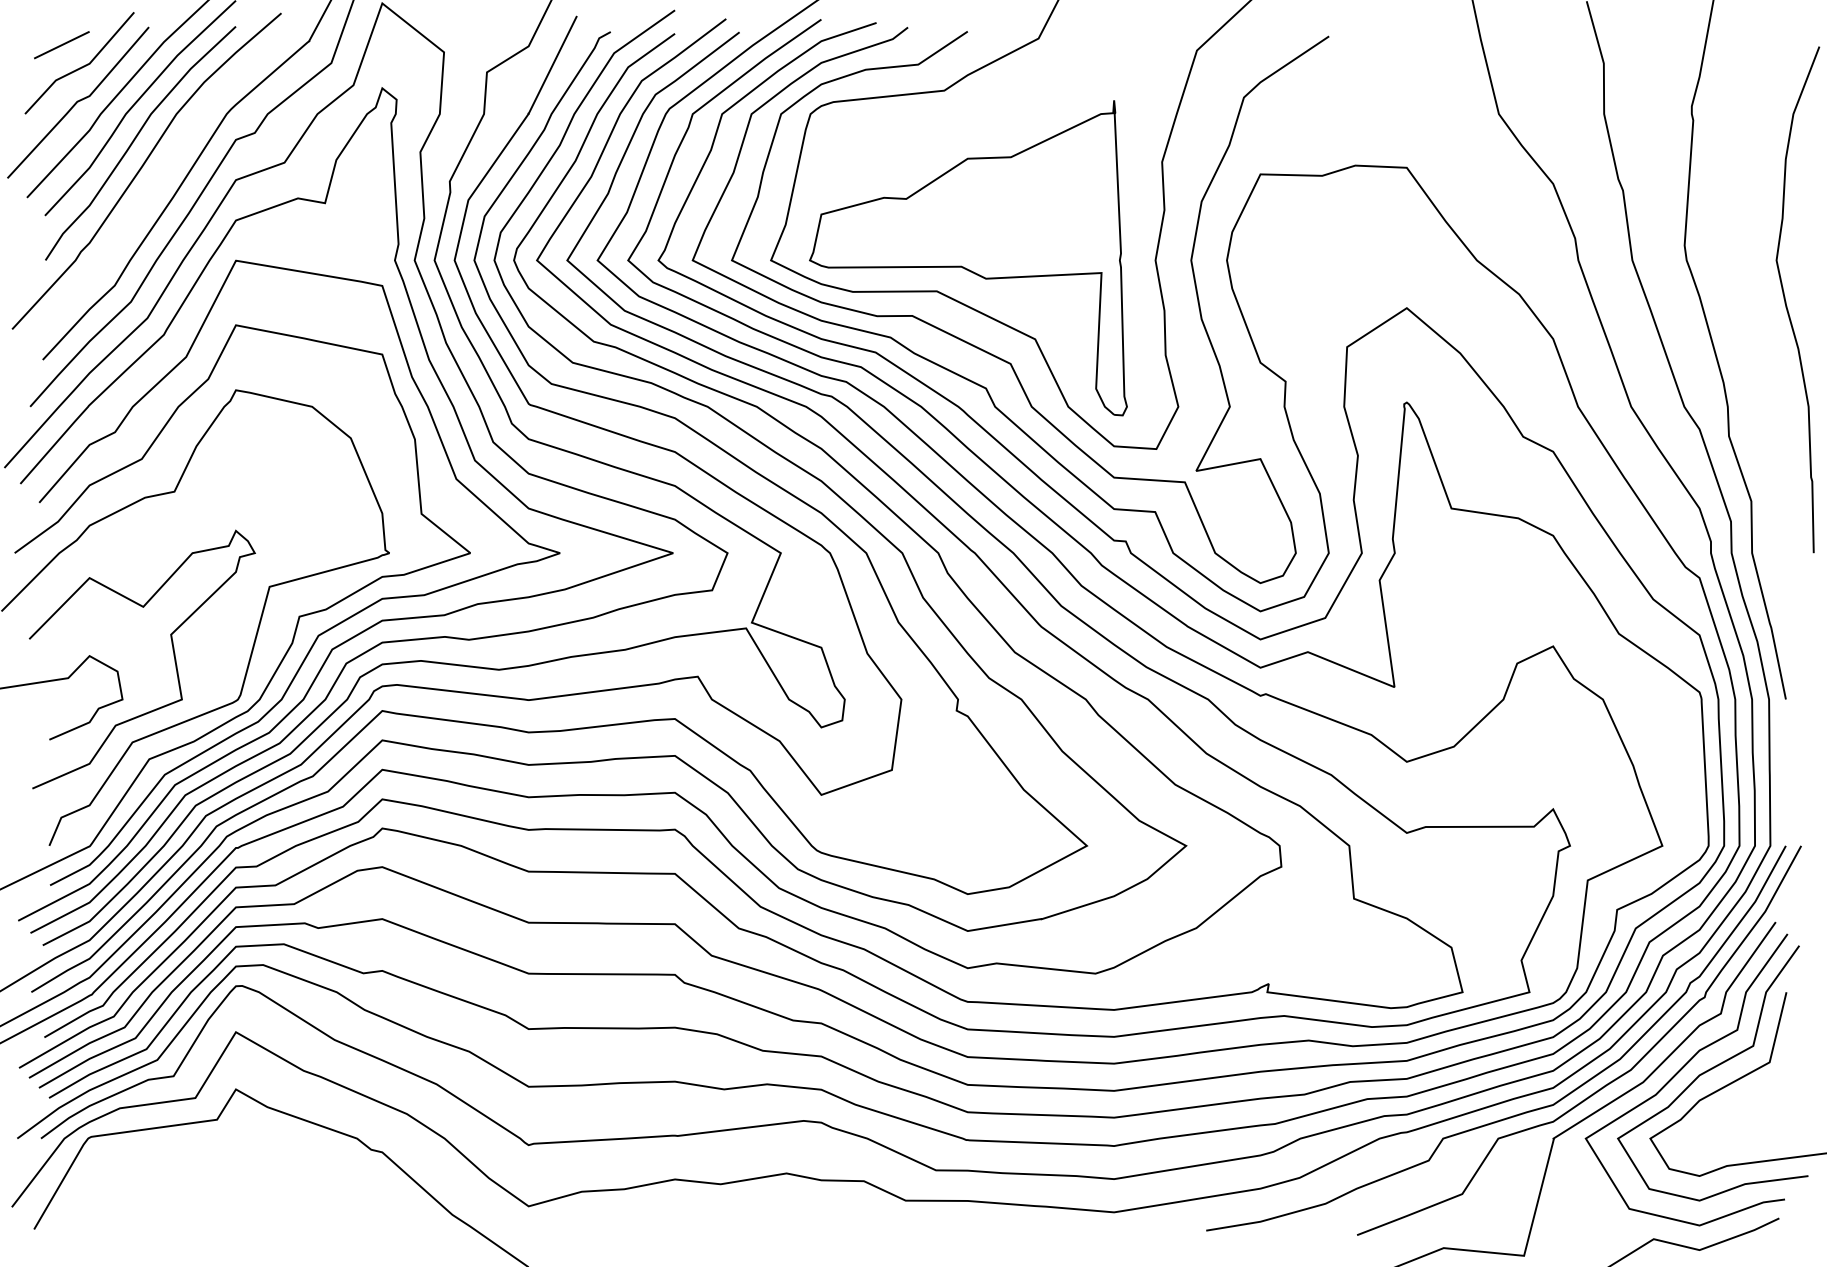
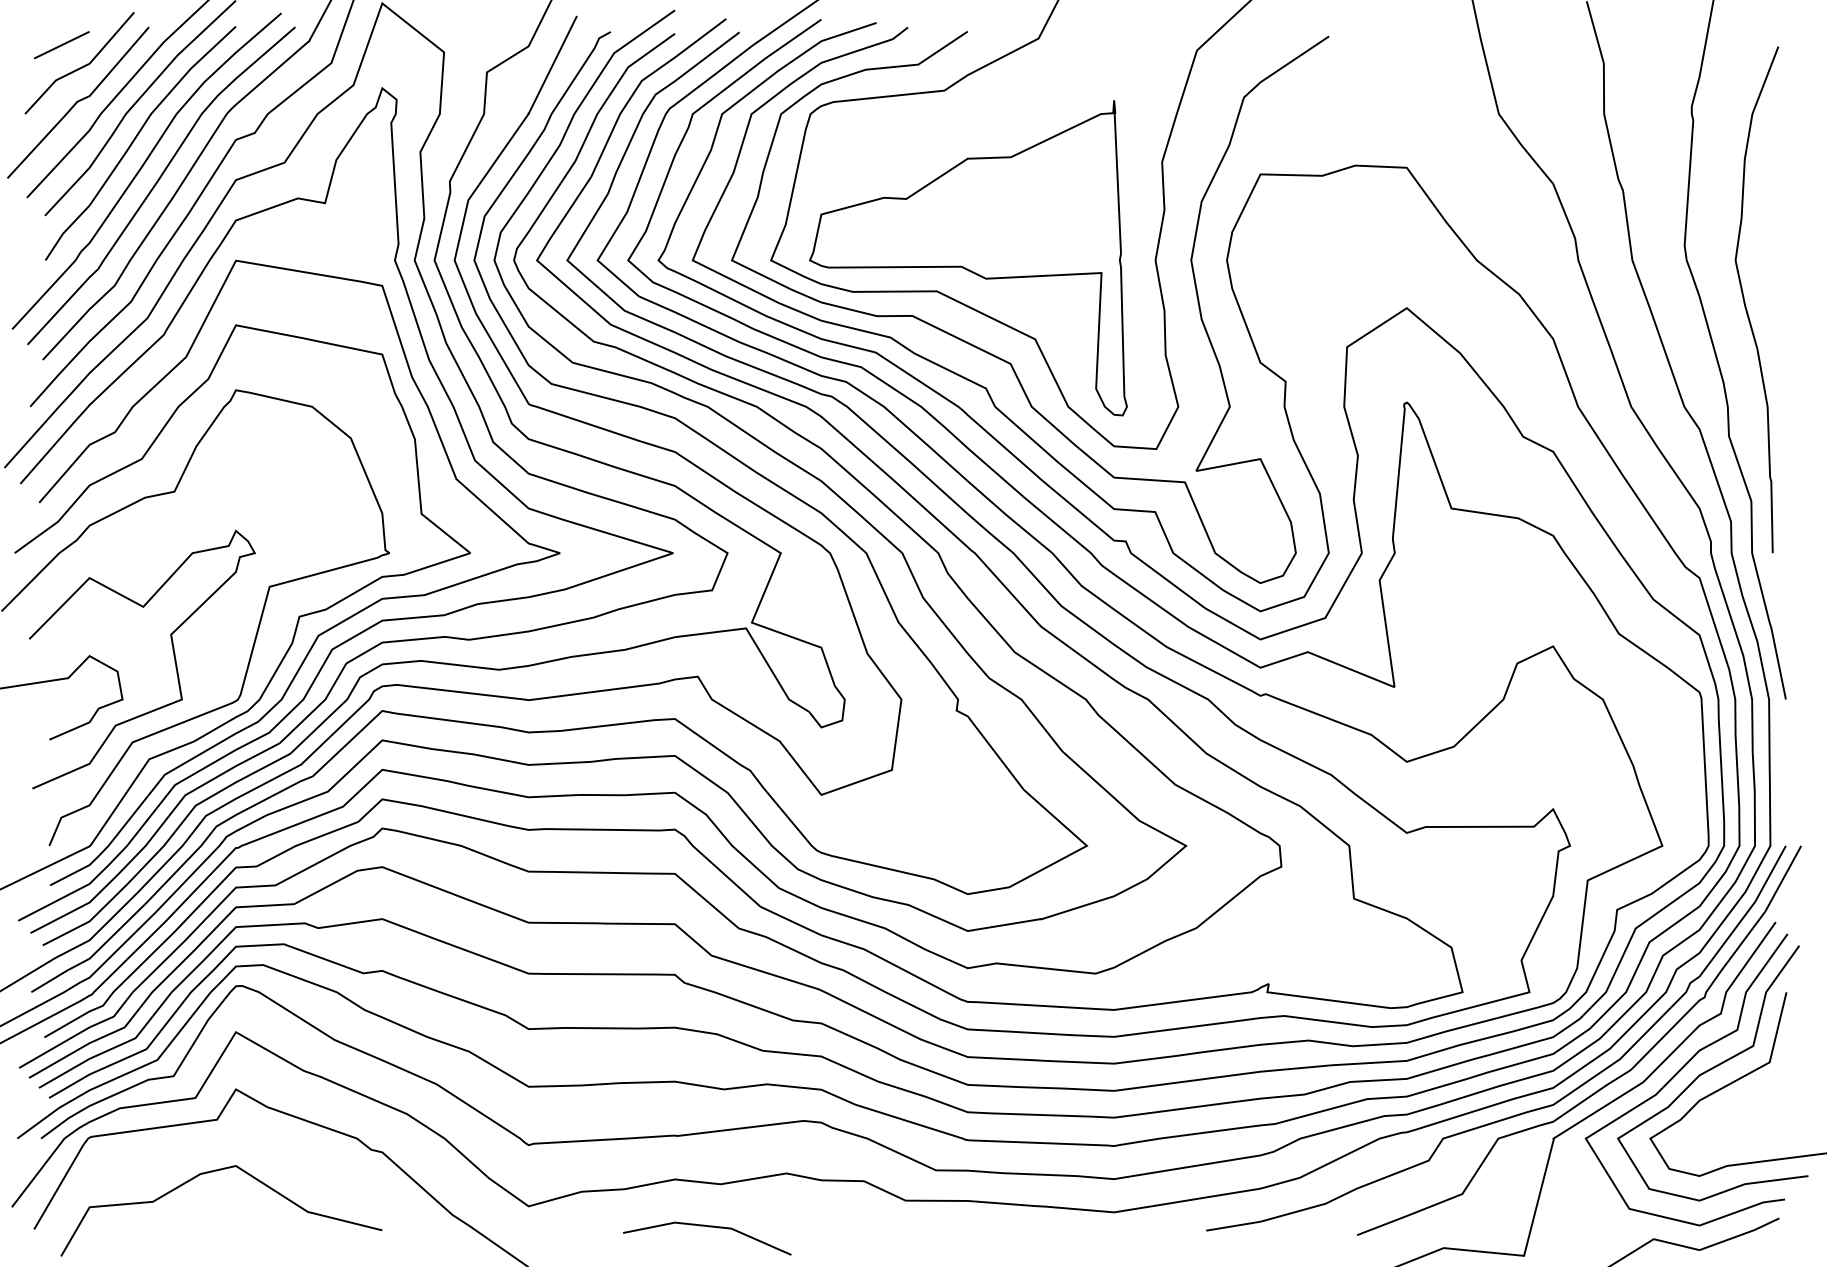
curve at (158, 182): none -> present
curve at (1786, 301) position: (1786, 301) -> (1745, 301)
curve at (212, 1172): none -> present
line at (708, 1227): none -> present
